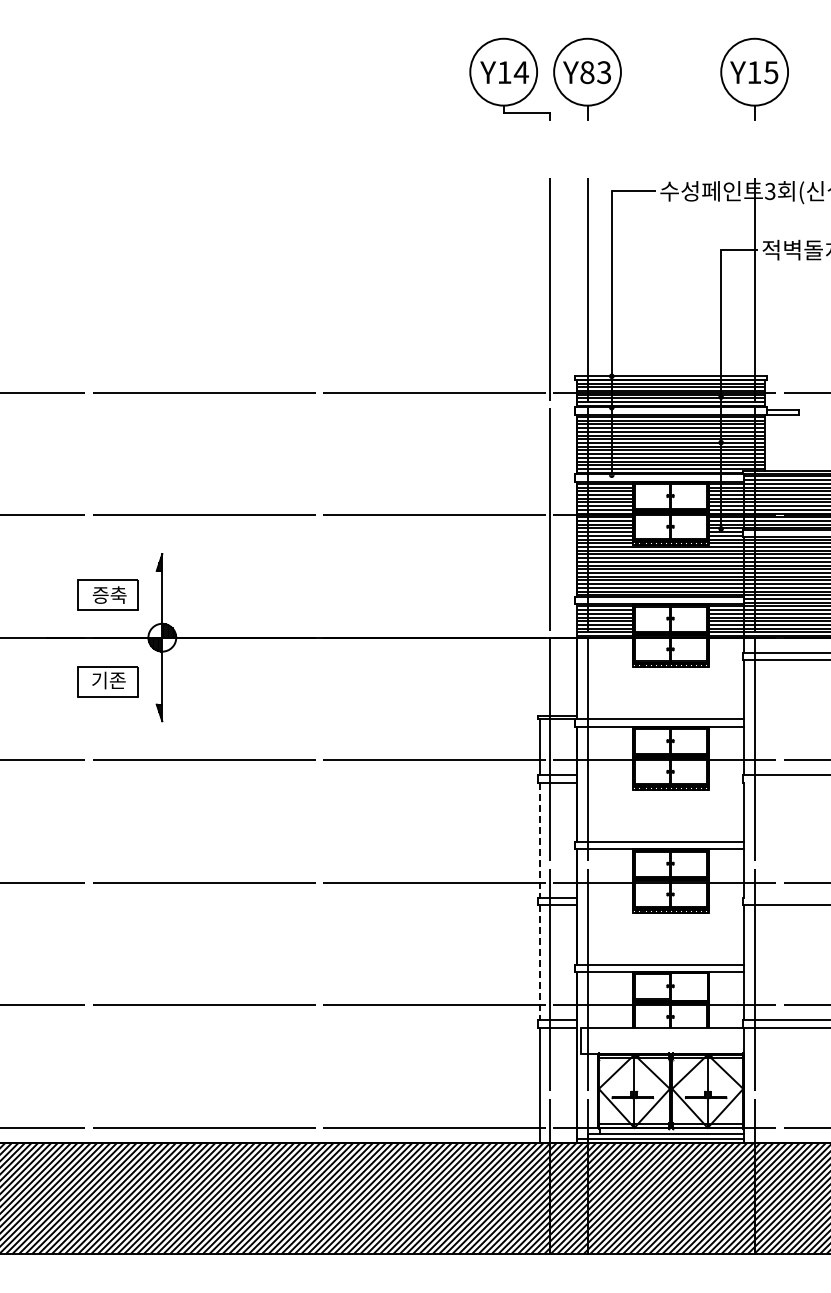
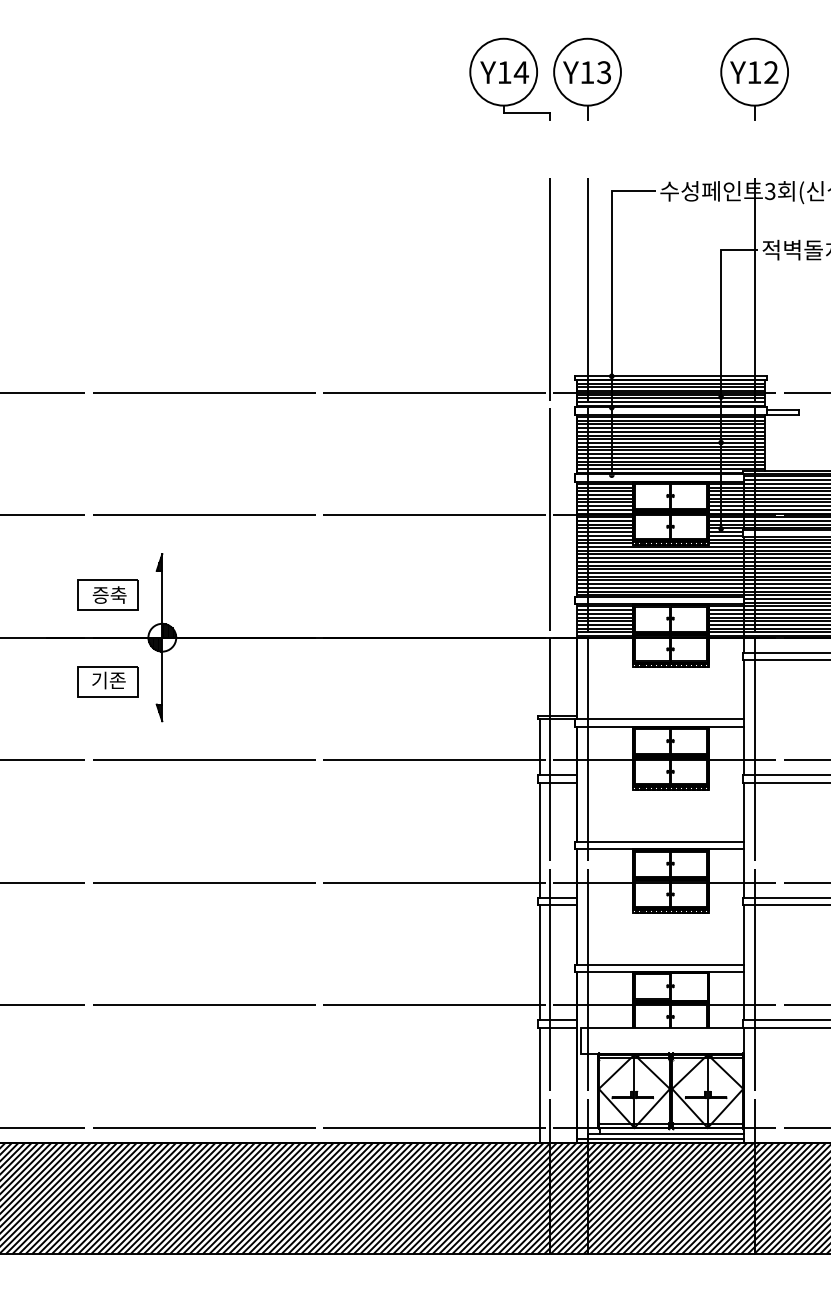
text at (587, 72): Y83 -> Y13
text at (771, 72): Y15 -> Y12
line at (784, 782): none -> present
line at (540, 840): dashed -> solid
line at (784, 897): none -> present
line at (540, 962): dashed -> solid
